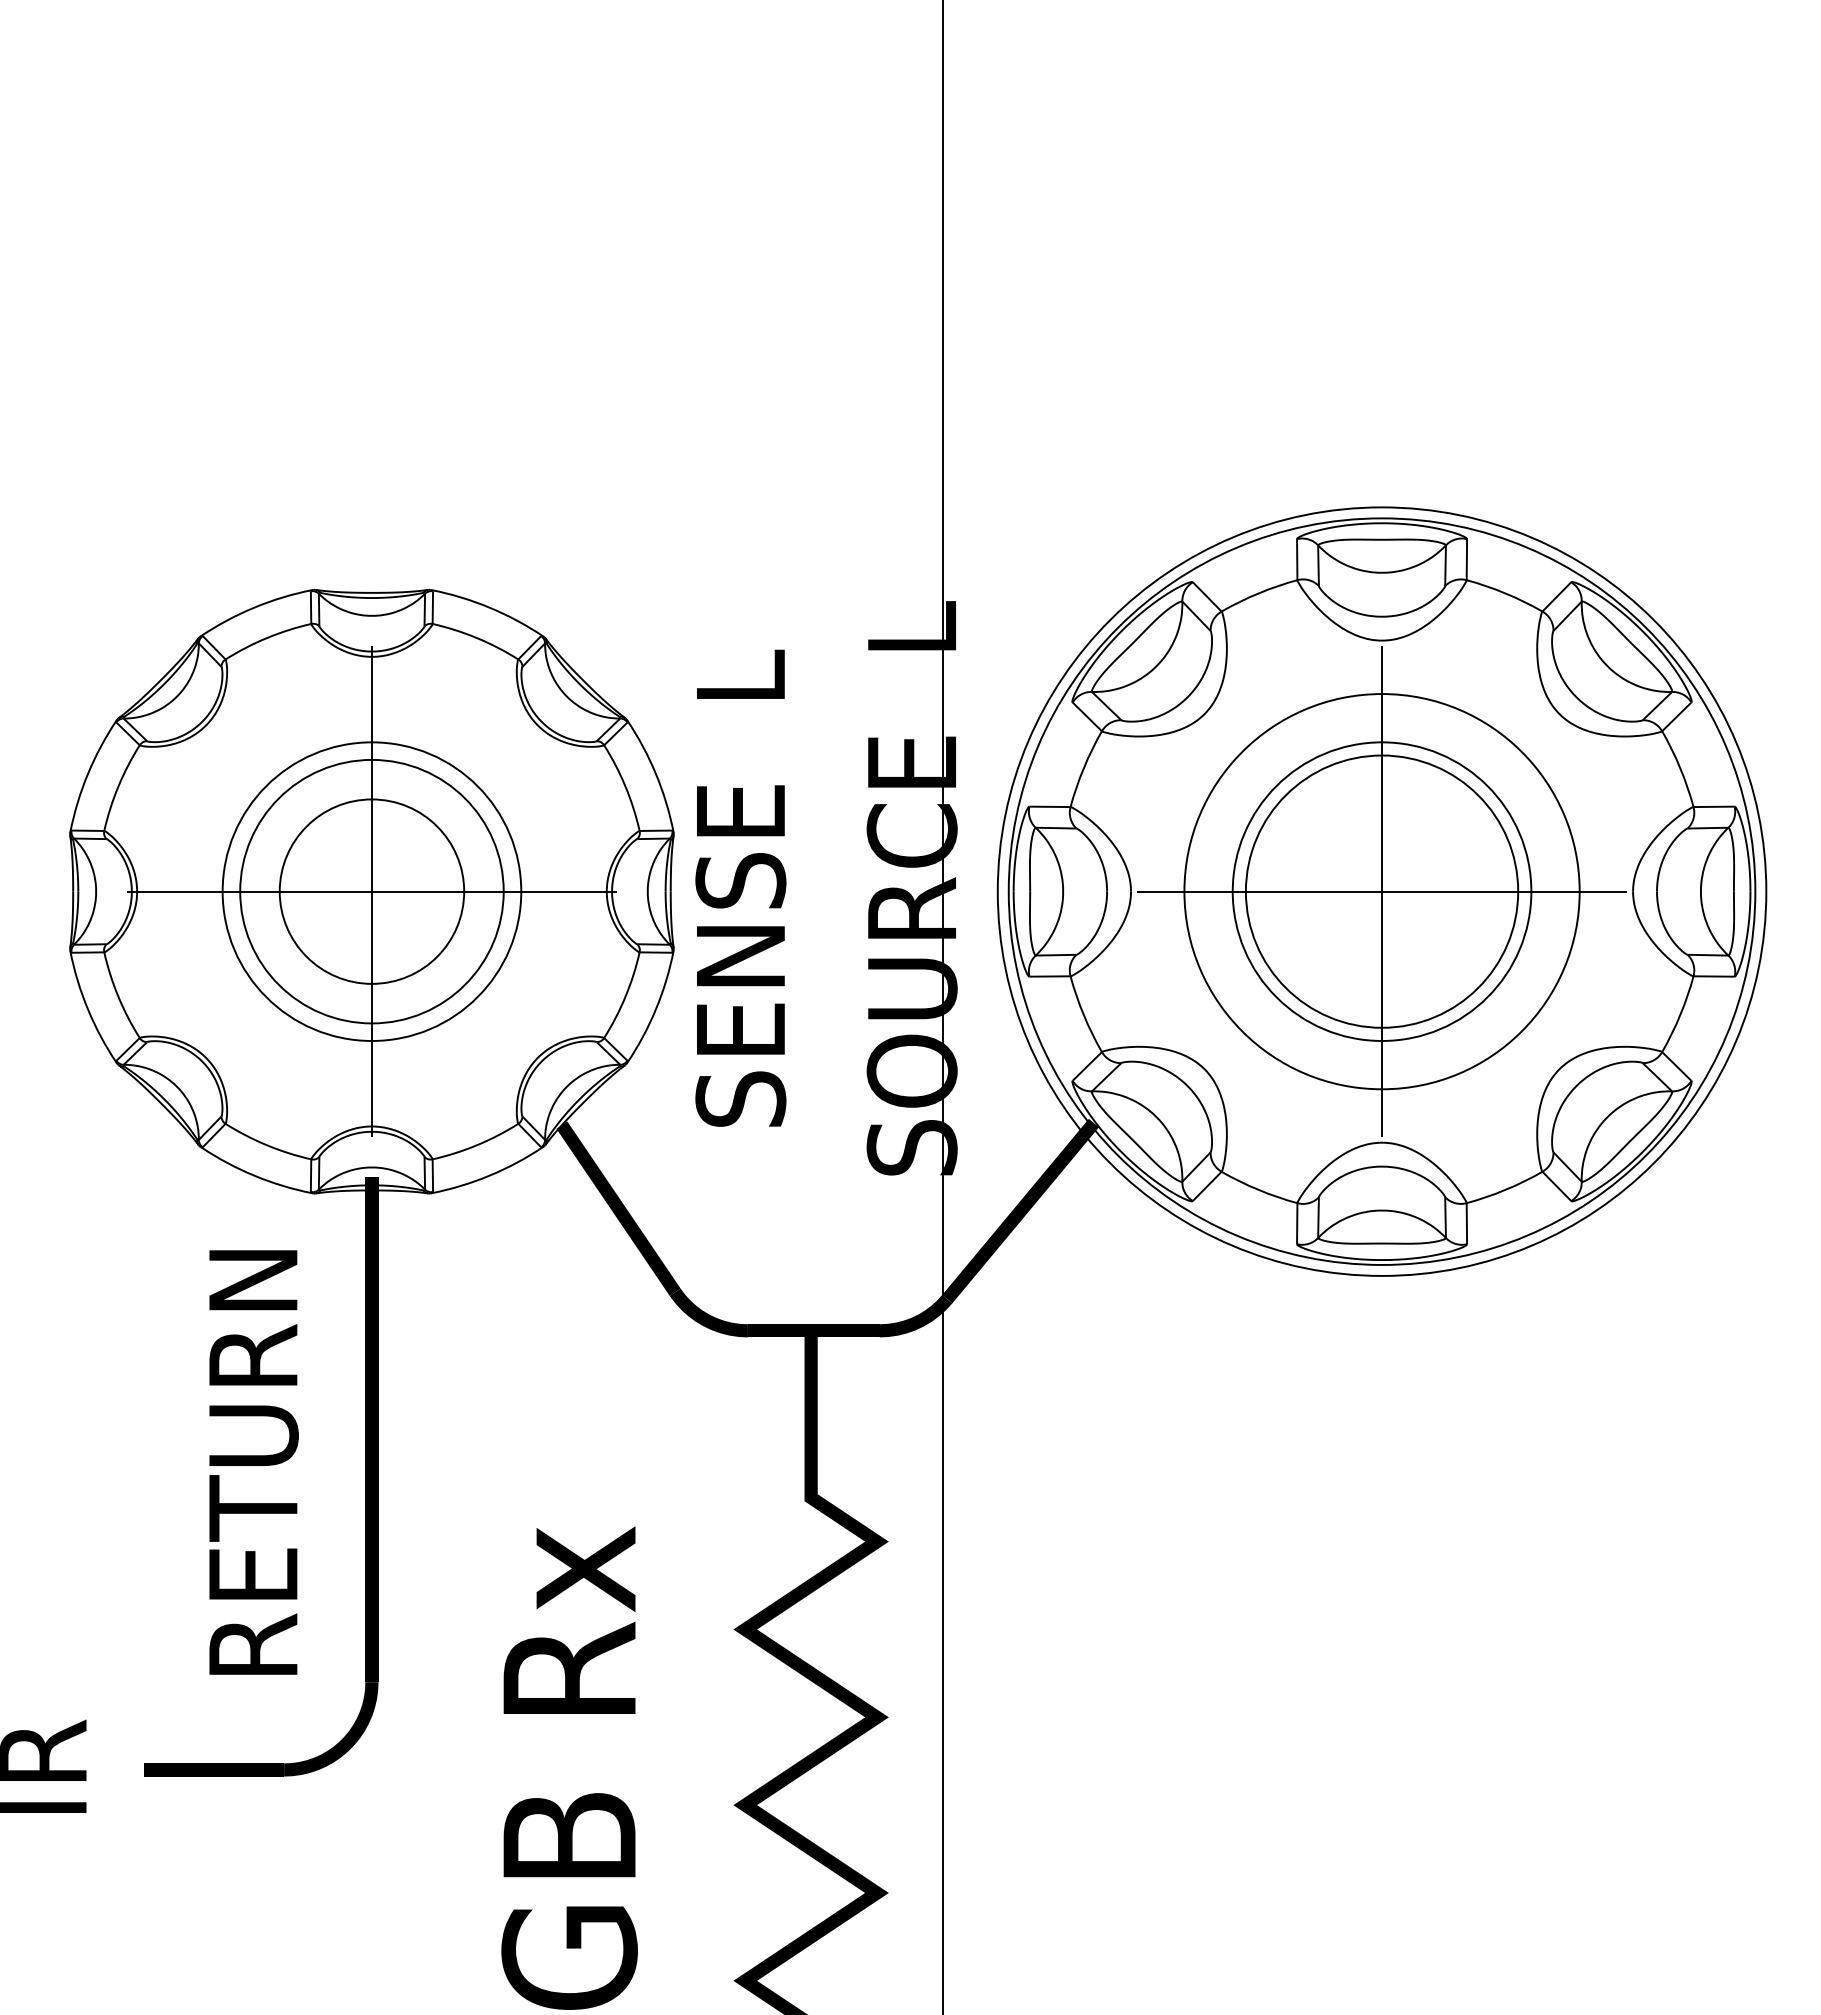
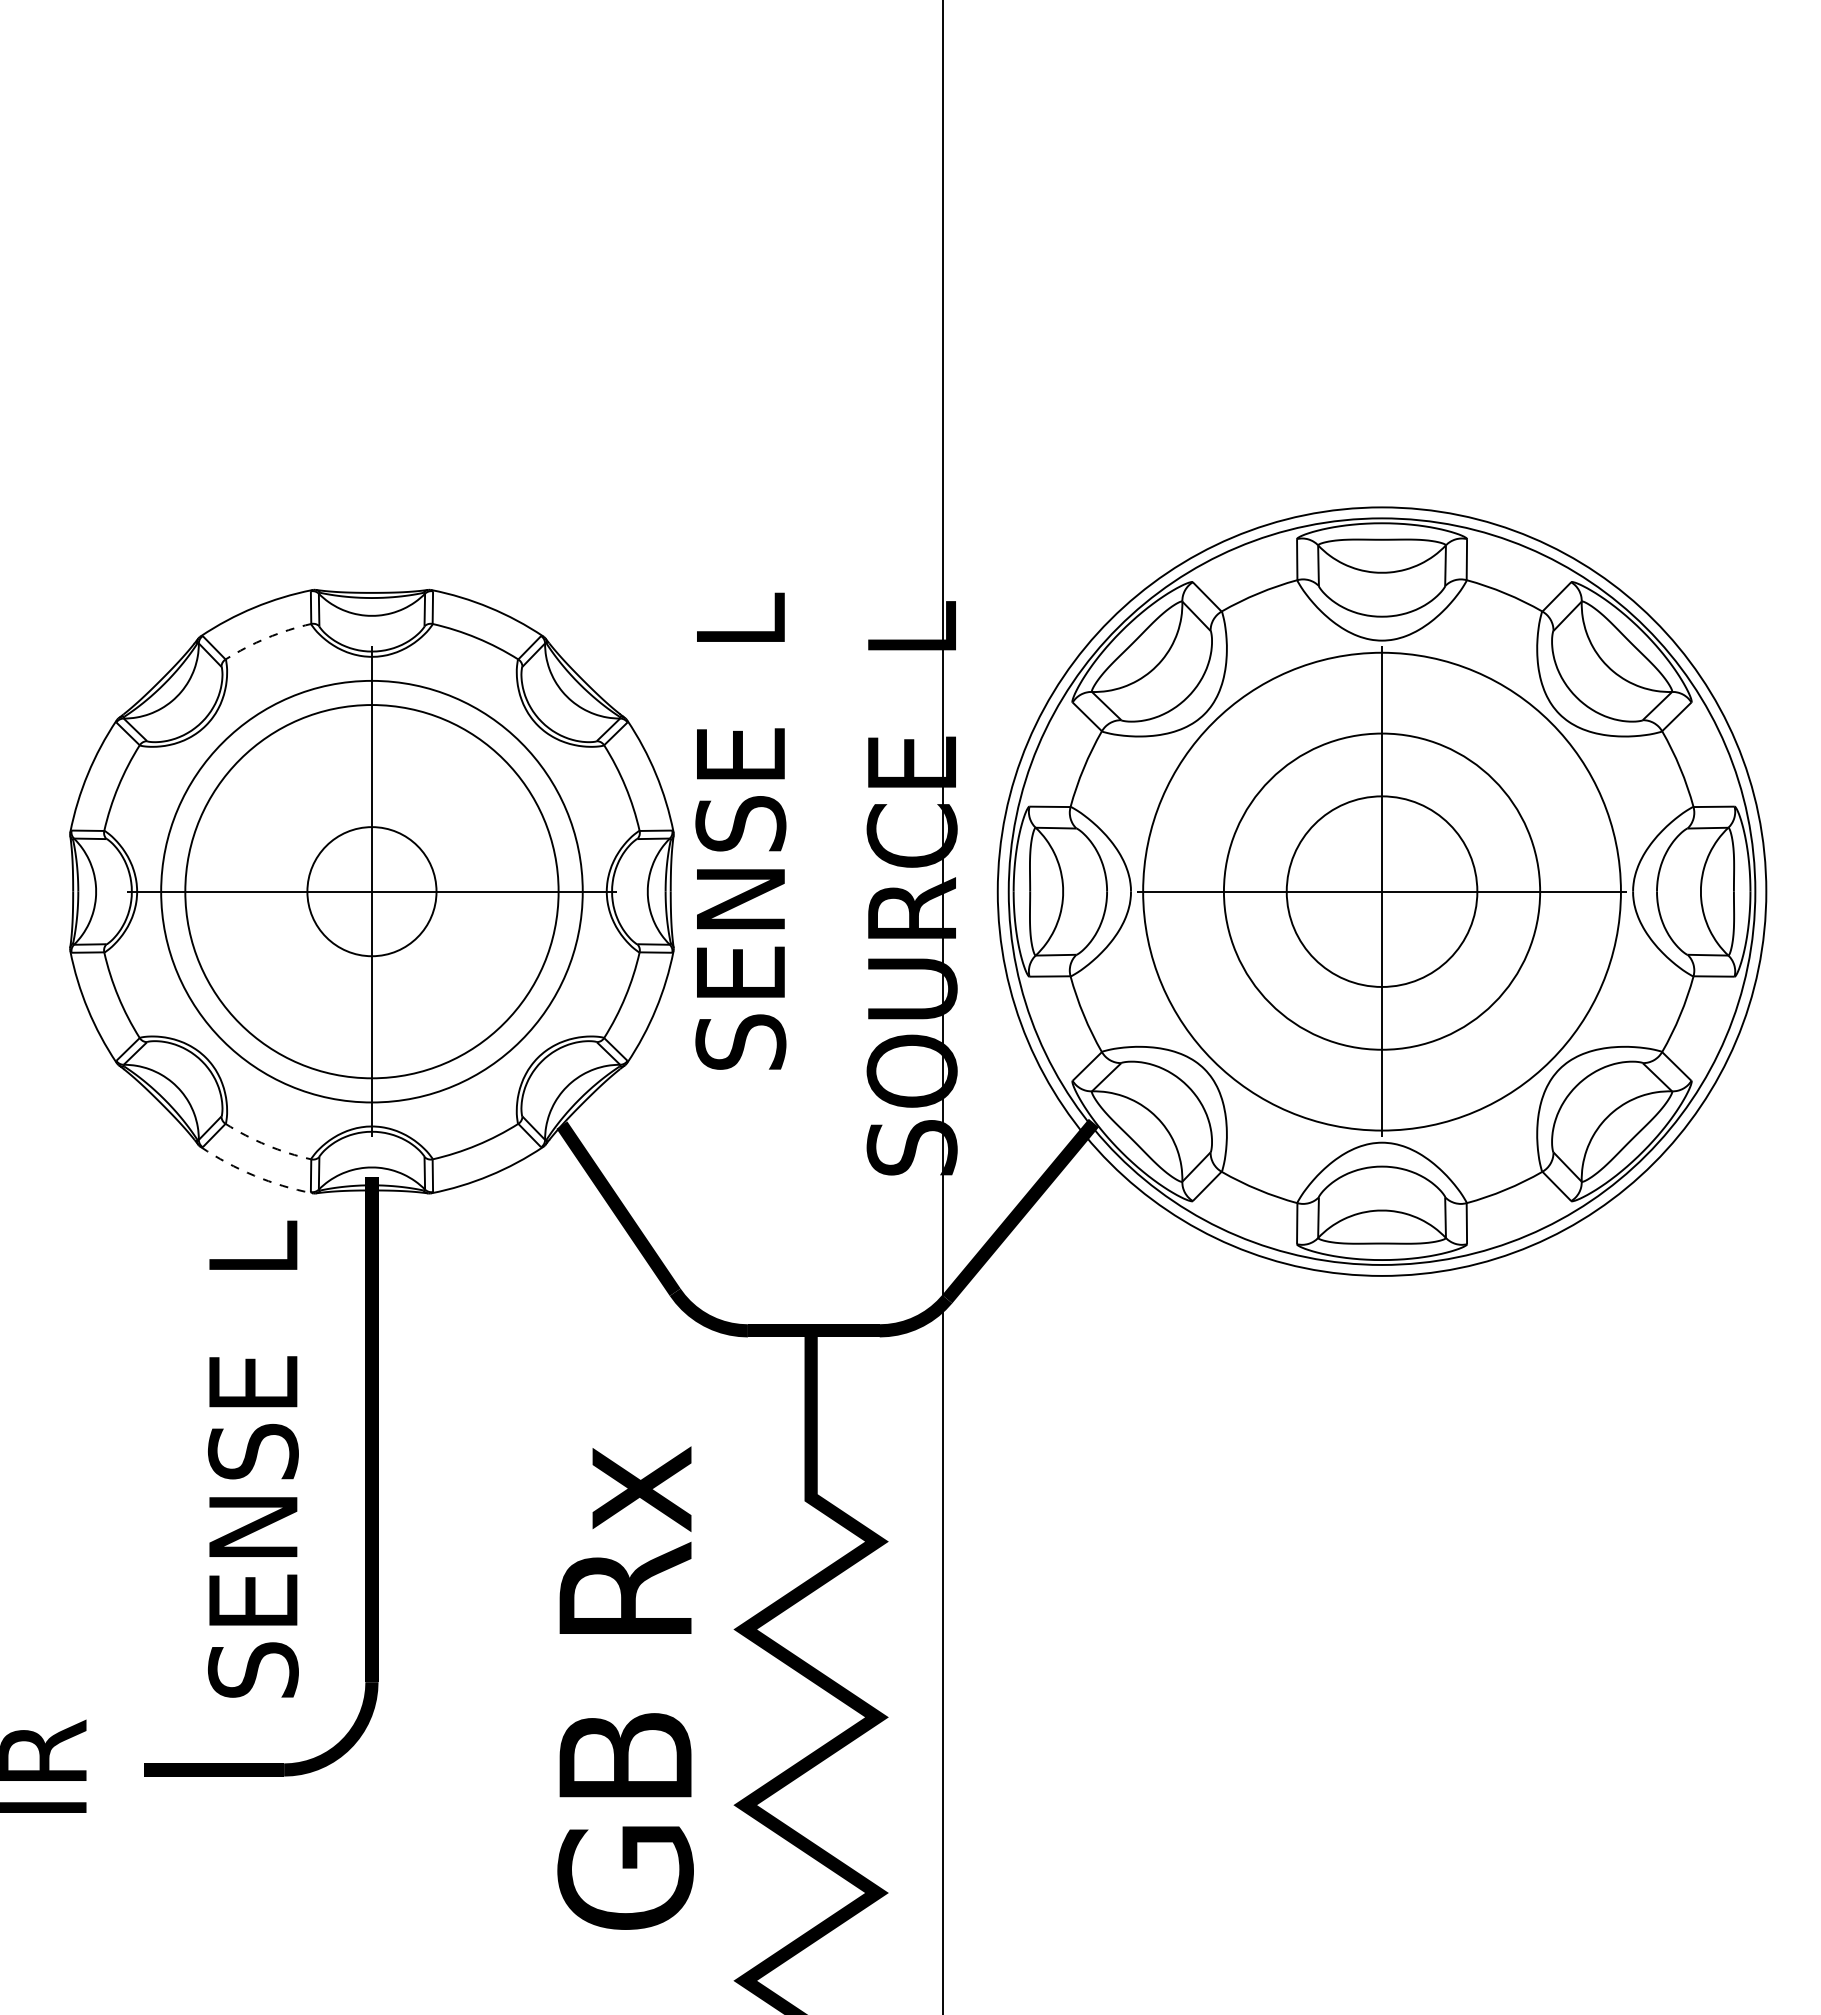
arc at (266, 638): solid -> dashed
text at (740, 887) position: (740, 887) -> (740, 830)
circle at (371, 891) diameter: 184 px -> 129 px
circle at (371, 891) diameter: 264 px -> 422 px
circle at (371, 891) diameter: 299 px -> 373 px
circle at (1381, 891) diameter: 272 px -> 191 px
circle at (1381, 891) diameter: 299 px -> 478 px
circle at (1381, 891) diameter: 395 px -> 316 px
arc at (266, 1145): solid -> dashed
arc at (254, 1175): solid -> dashed
text at (252, 1458): RETURN -> SENSE  L
text at (569, 1767) position: (569, 1767) -> (625, 1687)
